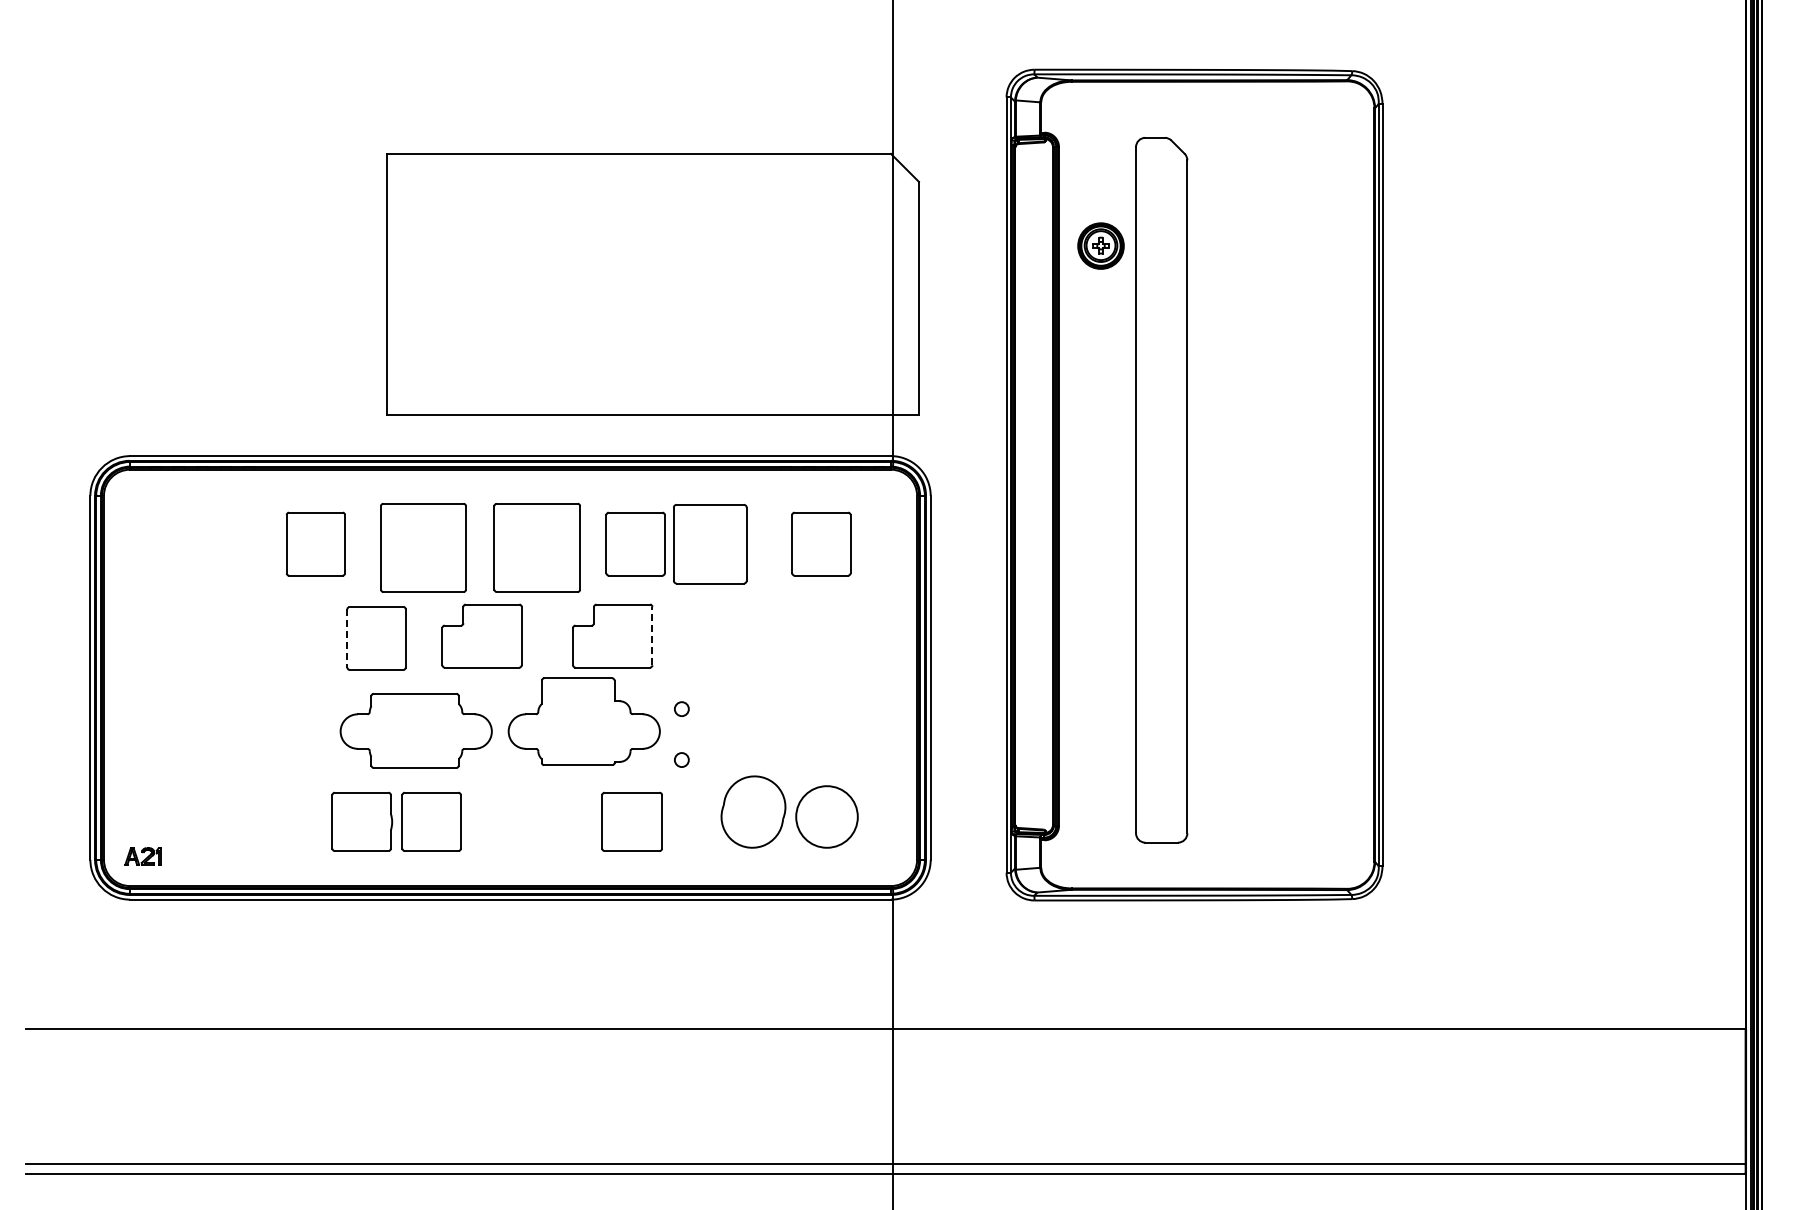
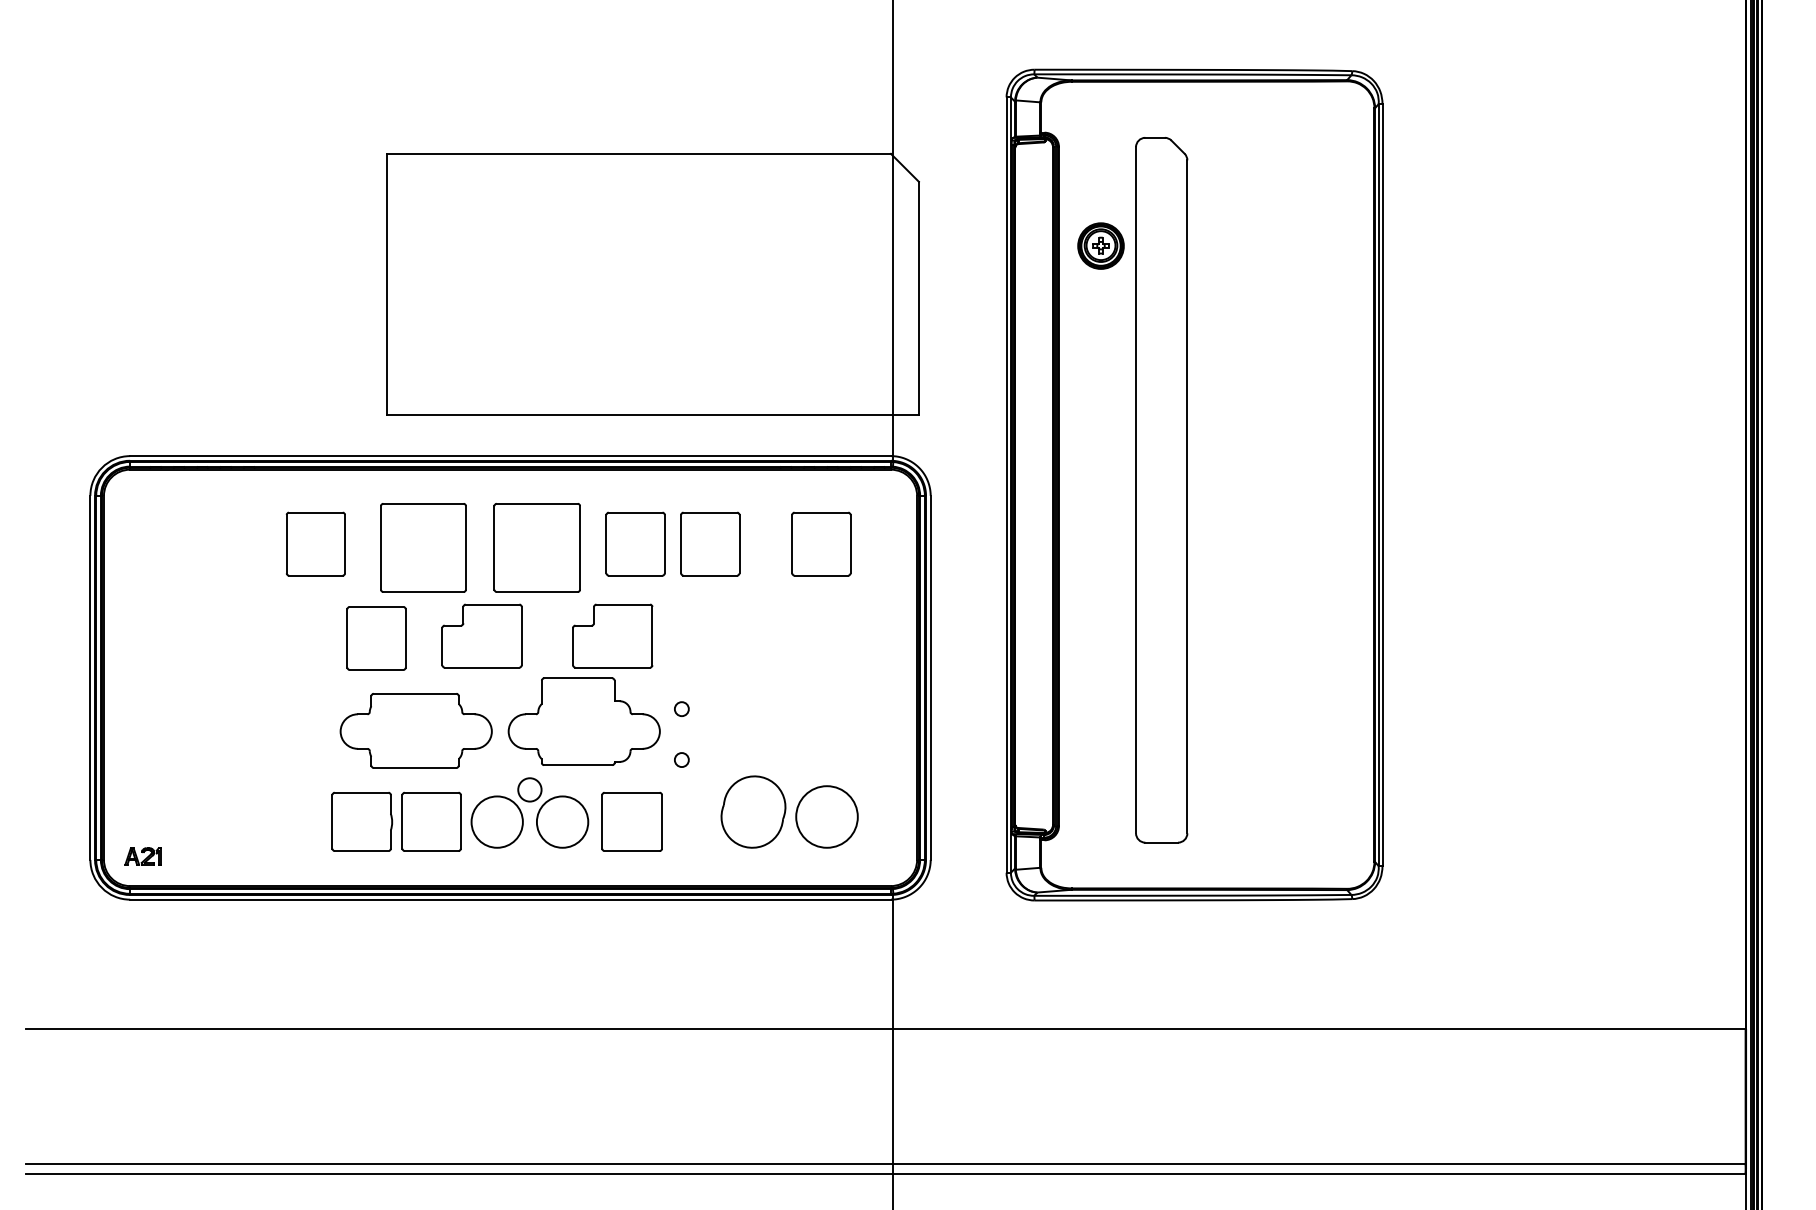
part at (710, 544) size: 75x81 px -> 61x66 px
line at (652, 635): dashed -> solid
line at (347, 638): dashed -> solid
part at (522, 813): none -> present
